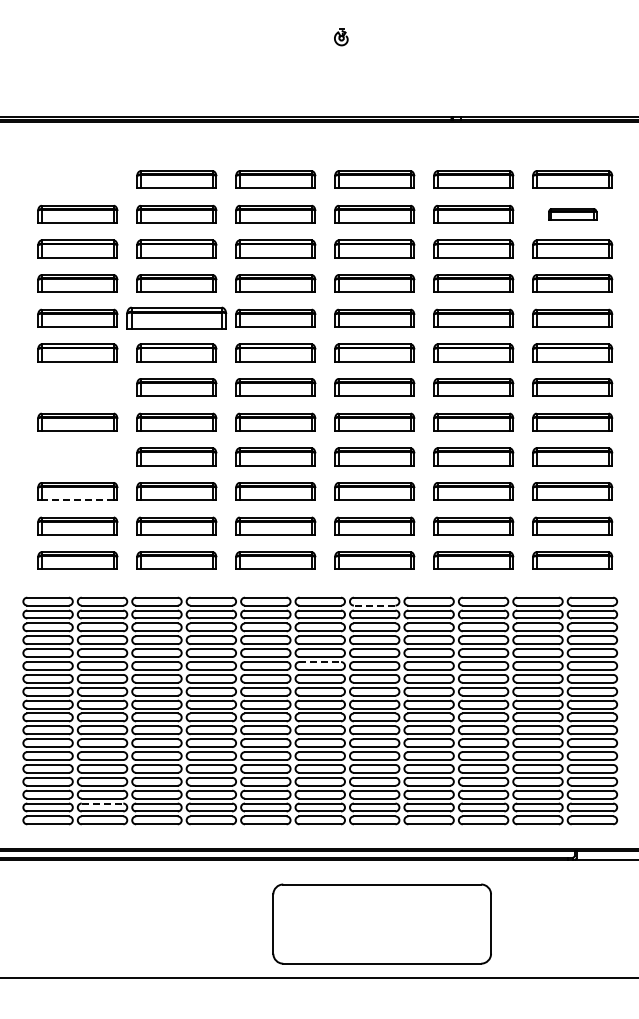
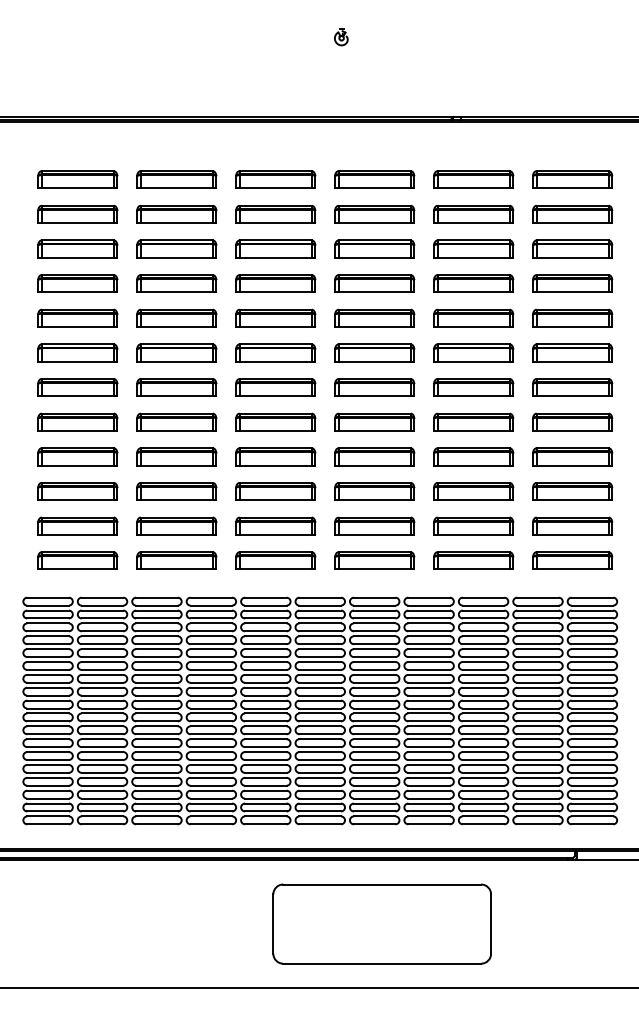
part at (77, 179): none -> present
part at (572, 214) size: 50x13 px -> 82x19 px
part at (176, 317) size: 102x24 px -> 82x20 px
part at (77, 387): none -> present
part at (77, 456): none -> present
line at (77, 500): dashed -> solid
line at (374, 605): dashed -> solid
line at (320, 662): dashed -> solid
line at (102, 803): dashed -> solid
line at (318, 978) position: (318, 978) -> (318, 988)
